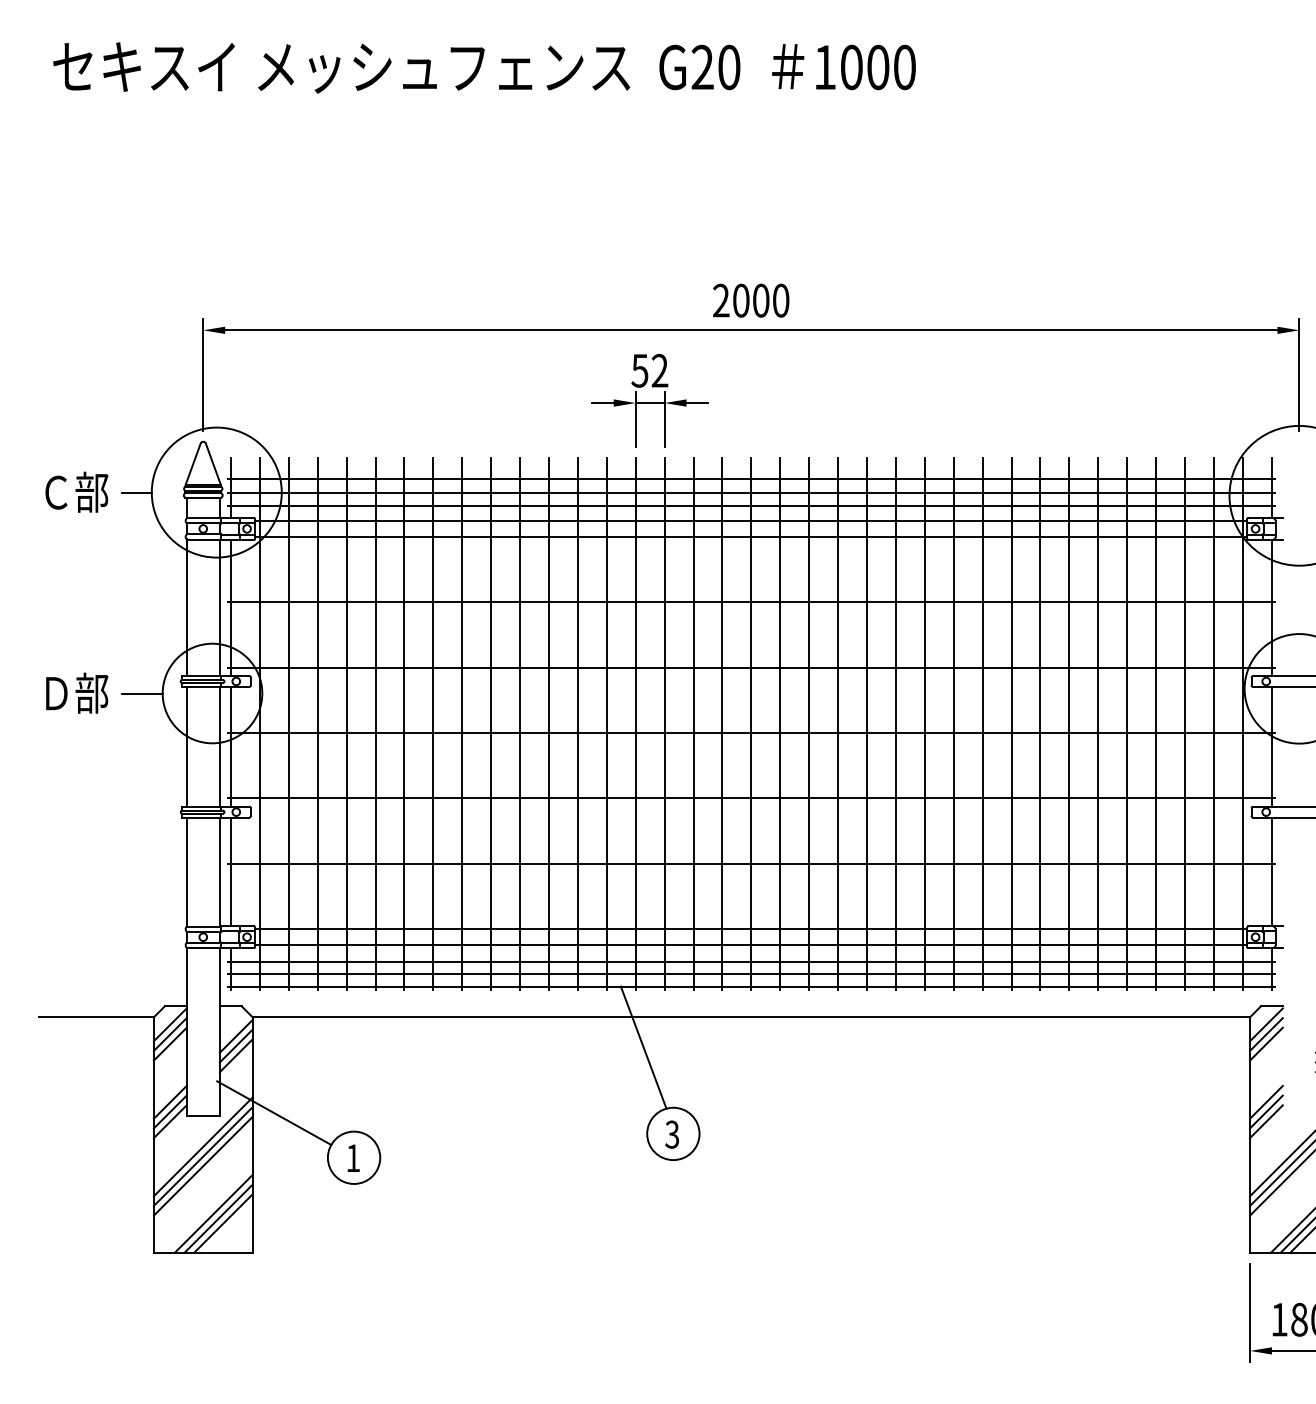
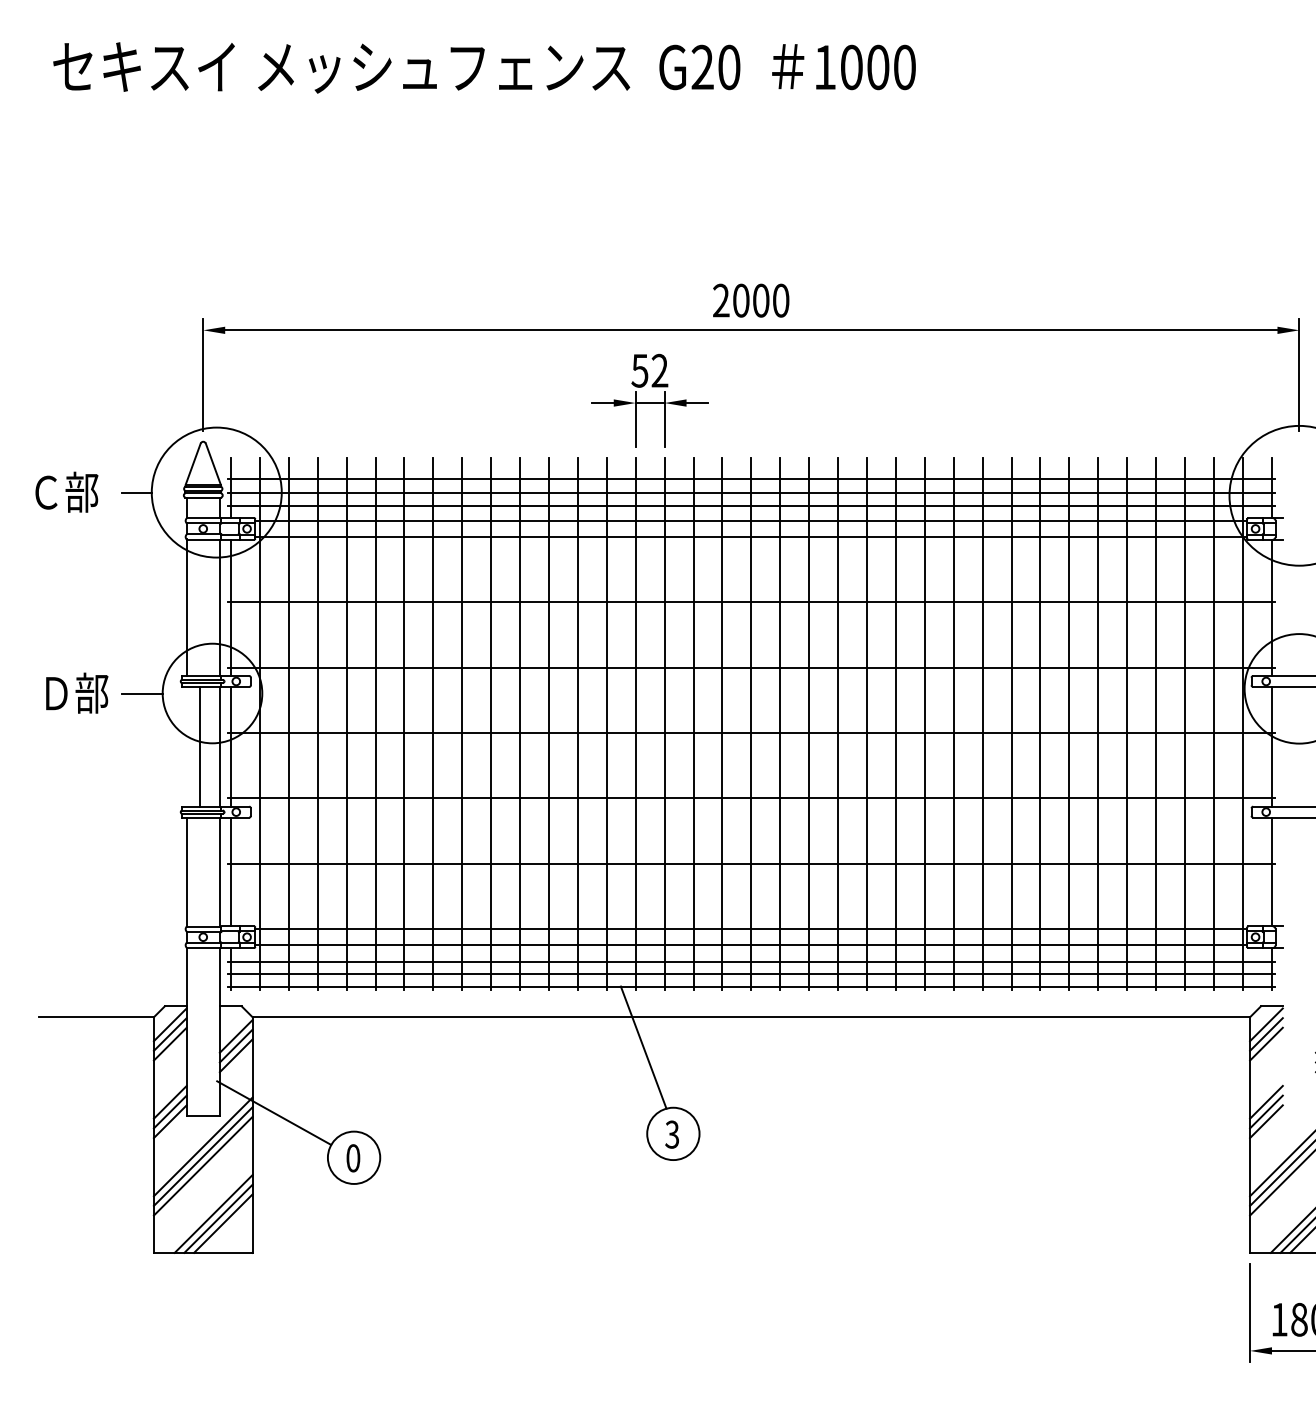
text at (76, 491) position: (76, 491) -> (66, 491)
line at (186, 746) position: (186, 746) -> (199, 746)
text at (353, 1158): 1 -> 0
